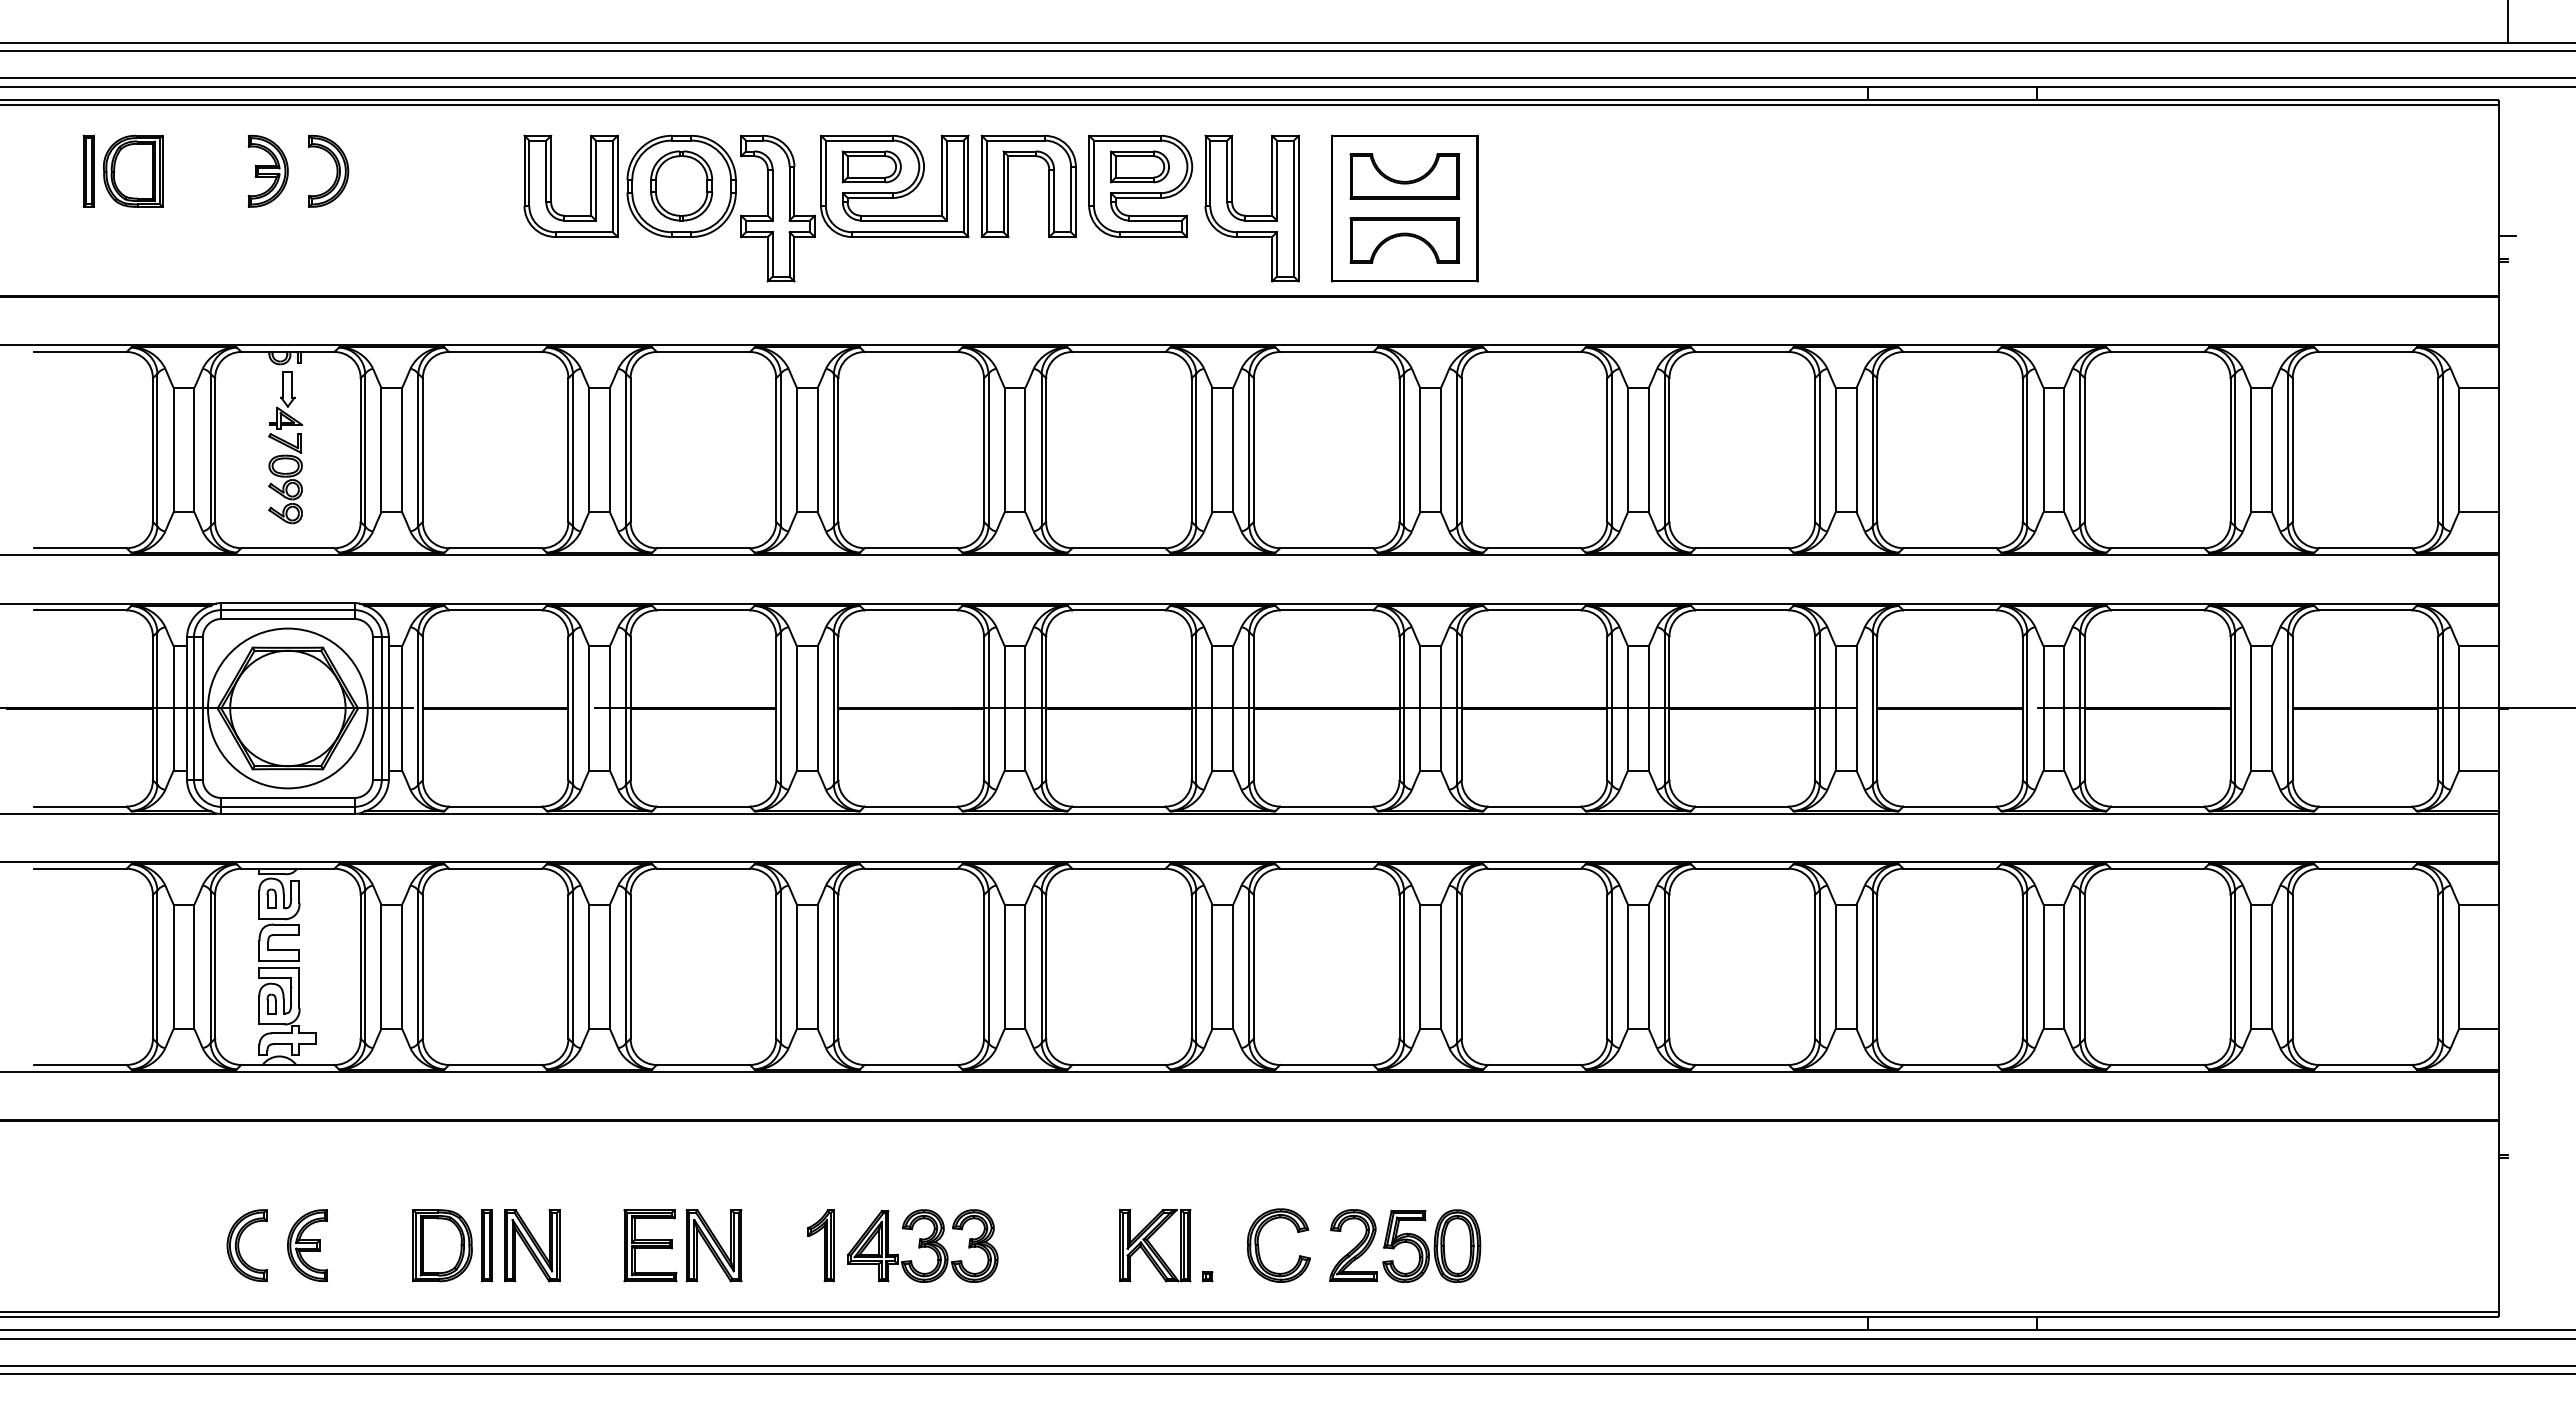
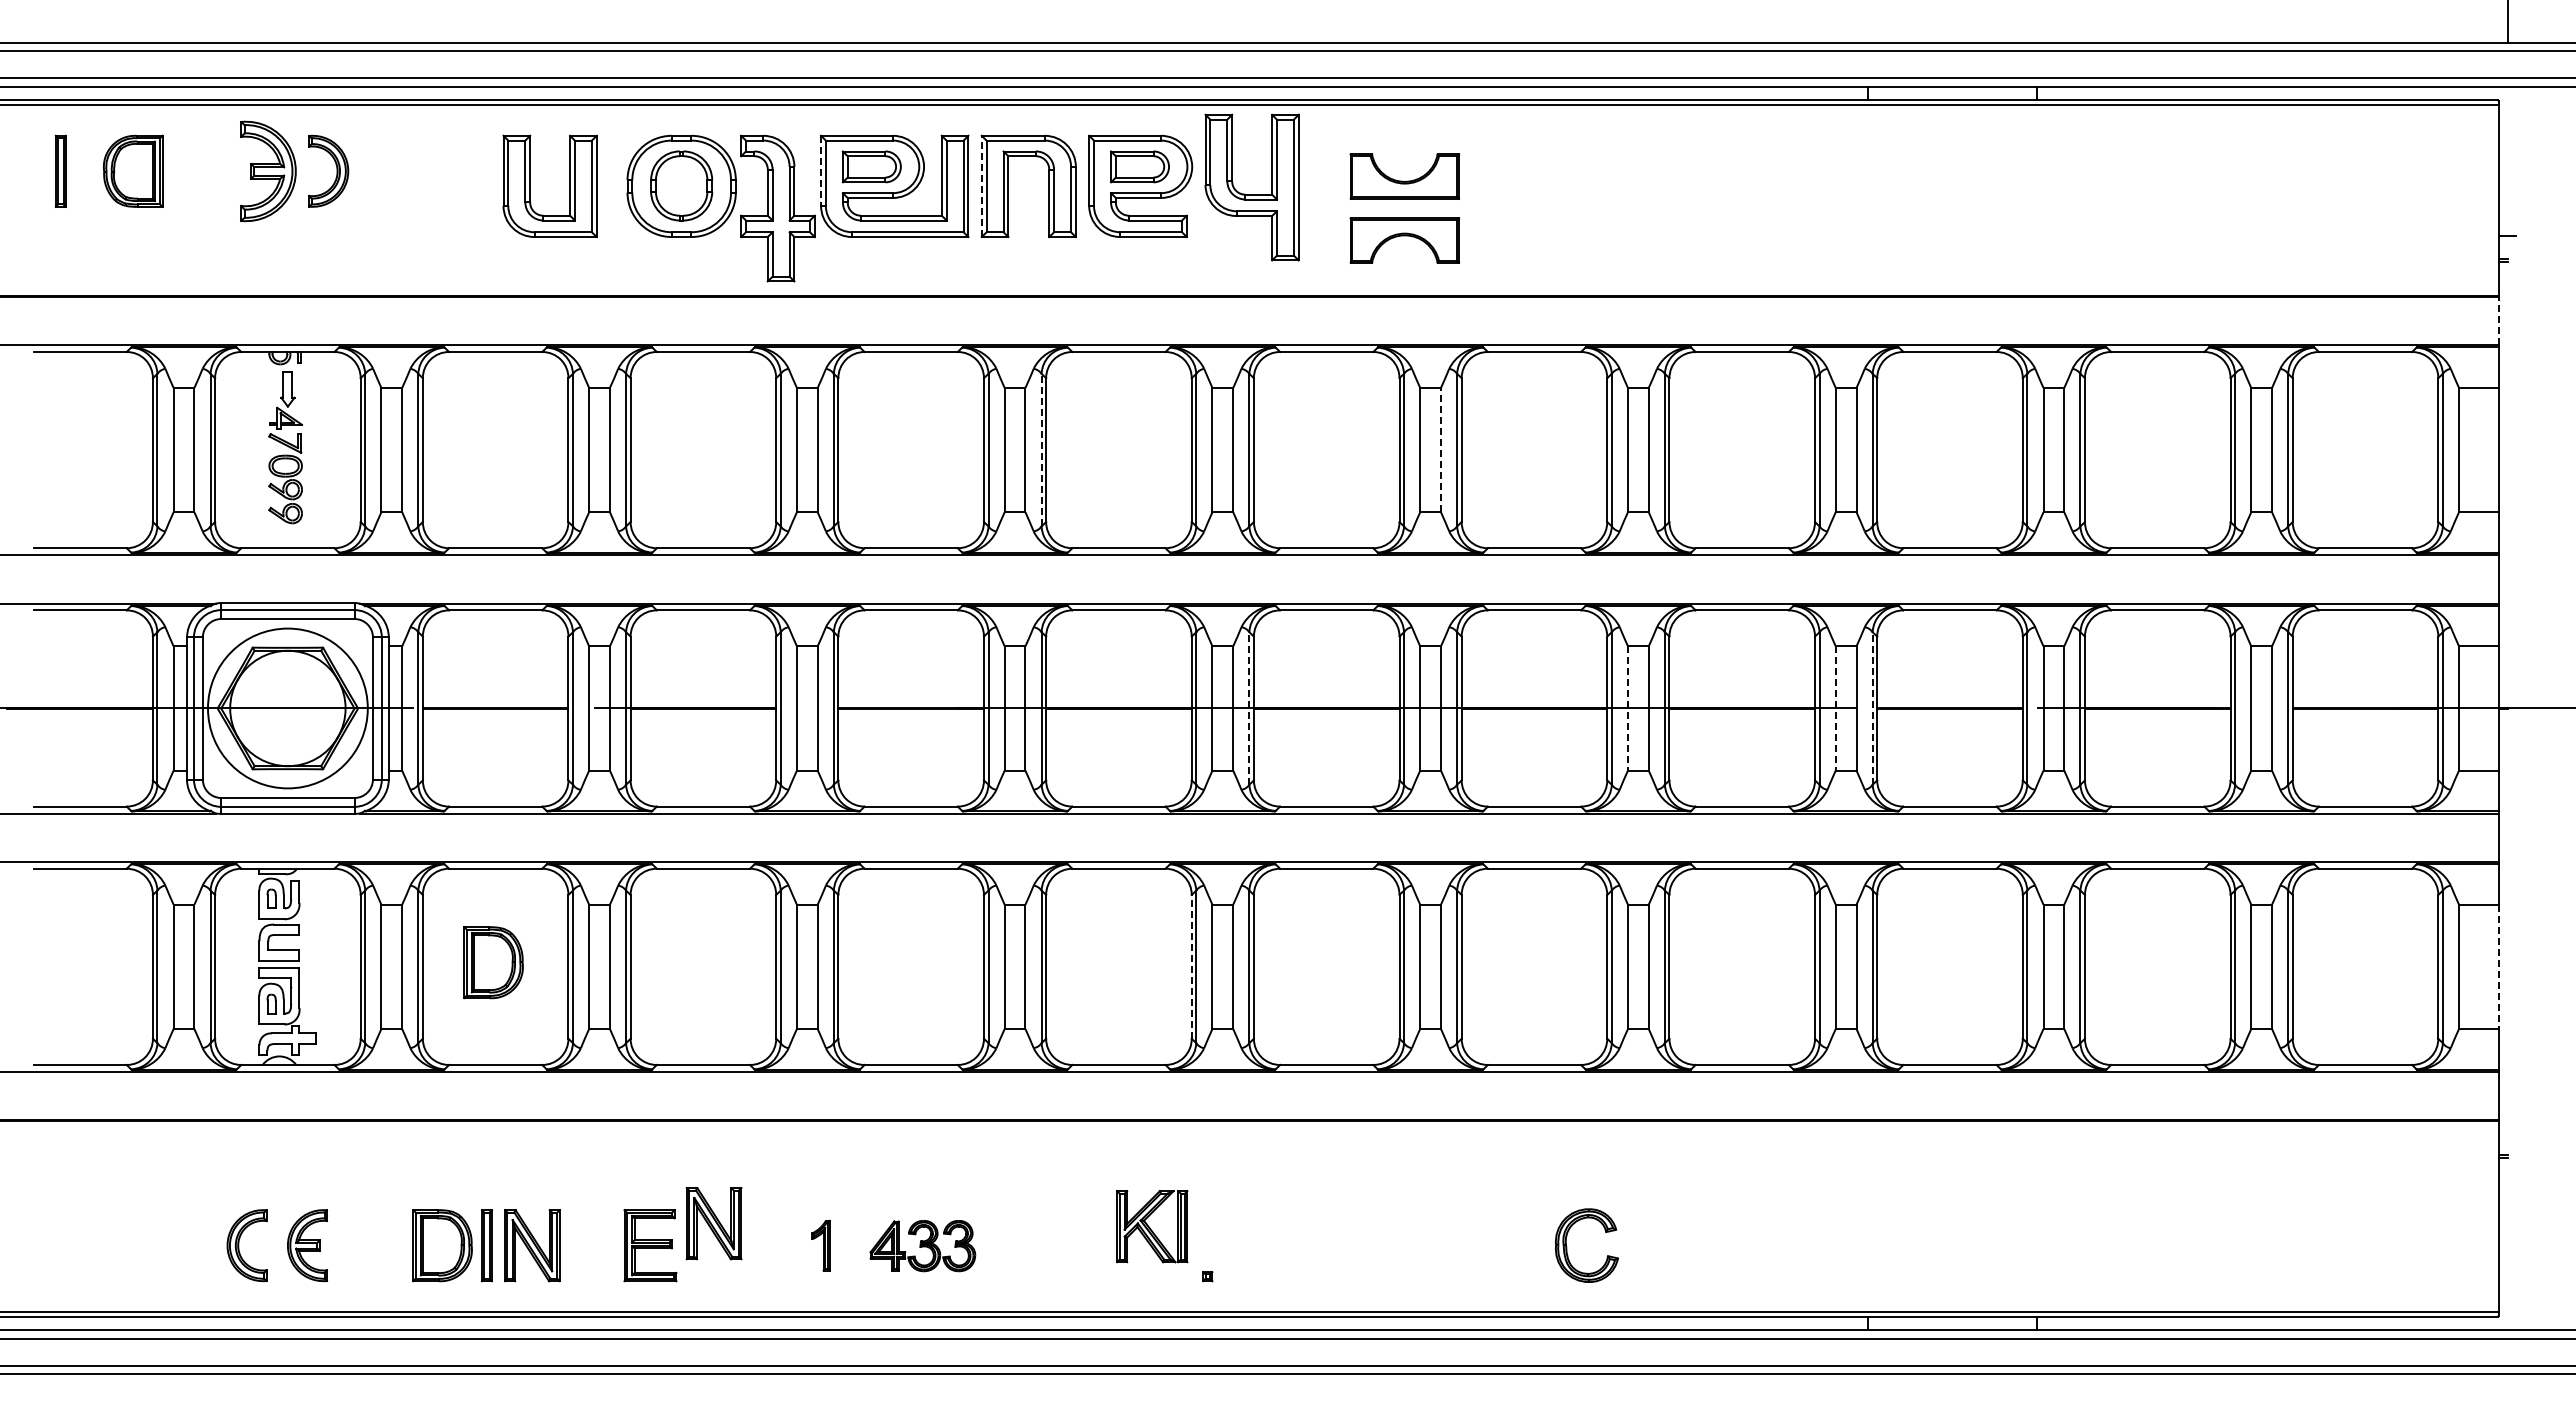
part at (88, 170) position: (88, 170) -> (60, 170)
part at (267, 170) size: 42x74 px -> 57x103 px
line at (821, 171): solid -> dashed
part at (551, 186) position: (551, 186) -> (530, 186)
line at (981, 186): solid -> dashed
part at (1404, 208): present -> none
part at (1251, 215) position: (1251, 215) -> (1251, 194)
line at (2498, 320): solid -> dashed
line at (1041, 449): solid -> dashed
line at (1440, 449): solid -> dashed
line at (1249, 708): solid -> dashed
line at (1627, 708): solid -> dashed
line at (1835, 708): solid -> dashed
line at (1872, 708): solid -> dashed
part at (493, 962): none -> present
line at (1191, 966): solid -> dashed
line at (2498, 967): solid -> dashed
part at (713, 1245) position: (713, 1245) -> (713, 1223)
part at (820, 1245) size: 28x74 px -> 20x53 px
part at (922, 1245) size: 152x74 px -> 108x53 px
part at (1155, 1245) position: (1155, 1245) -> (1152, 1226)
part at (1405, 1245): present -> none
part at (1259, 1246) position: (1259, 1246) -> (1567, 1246)
